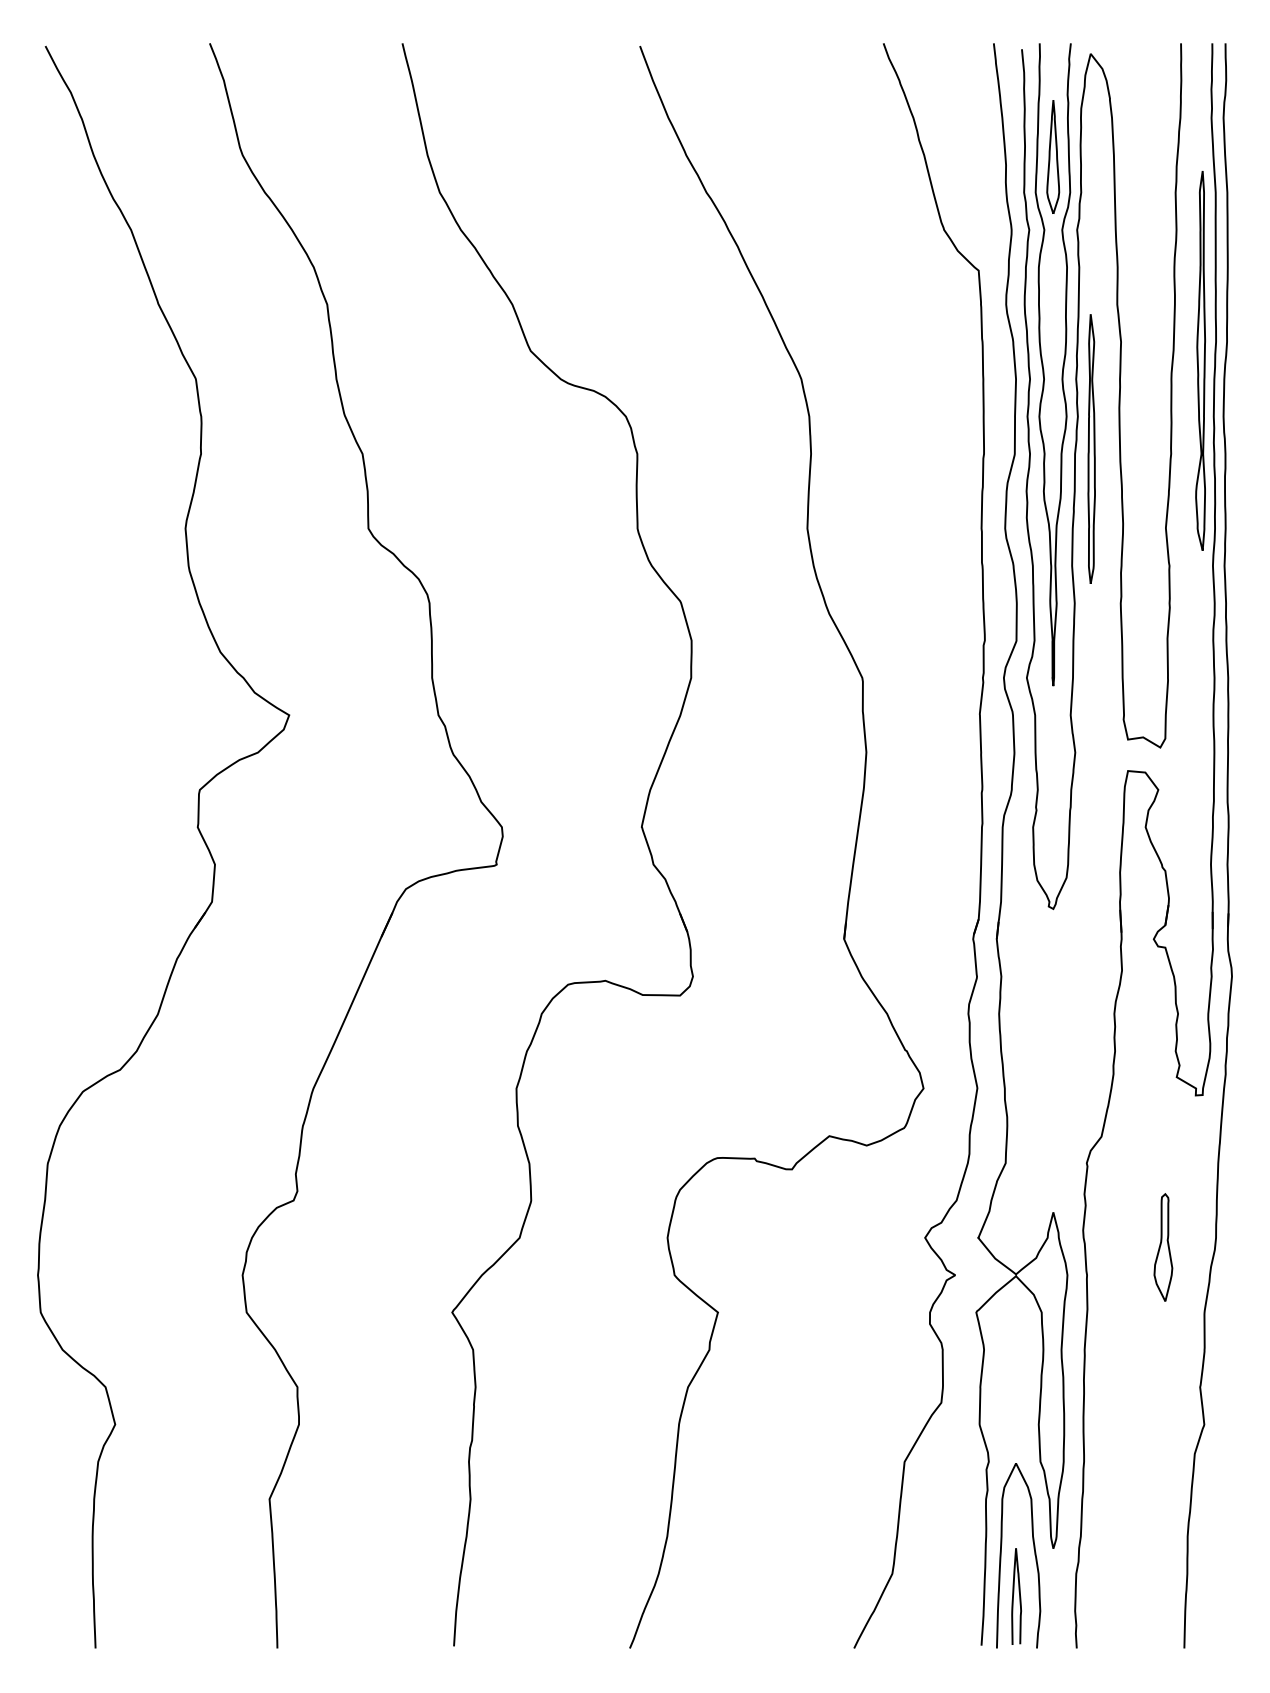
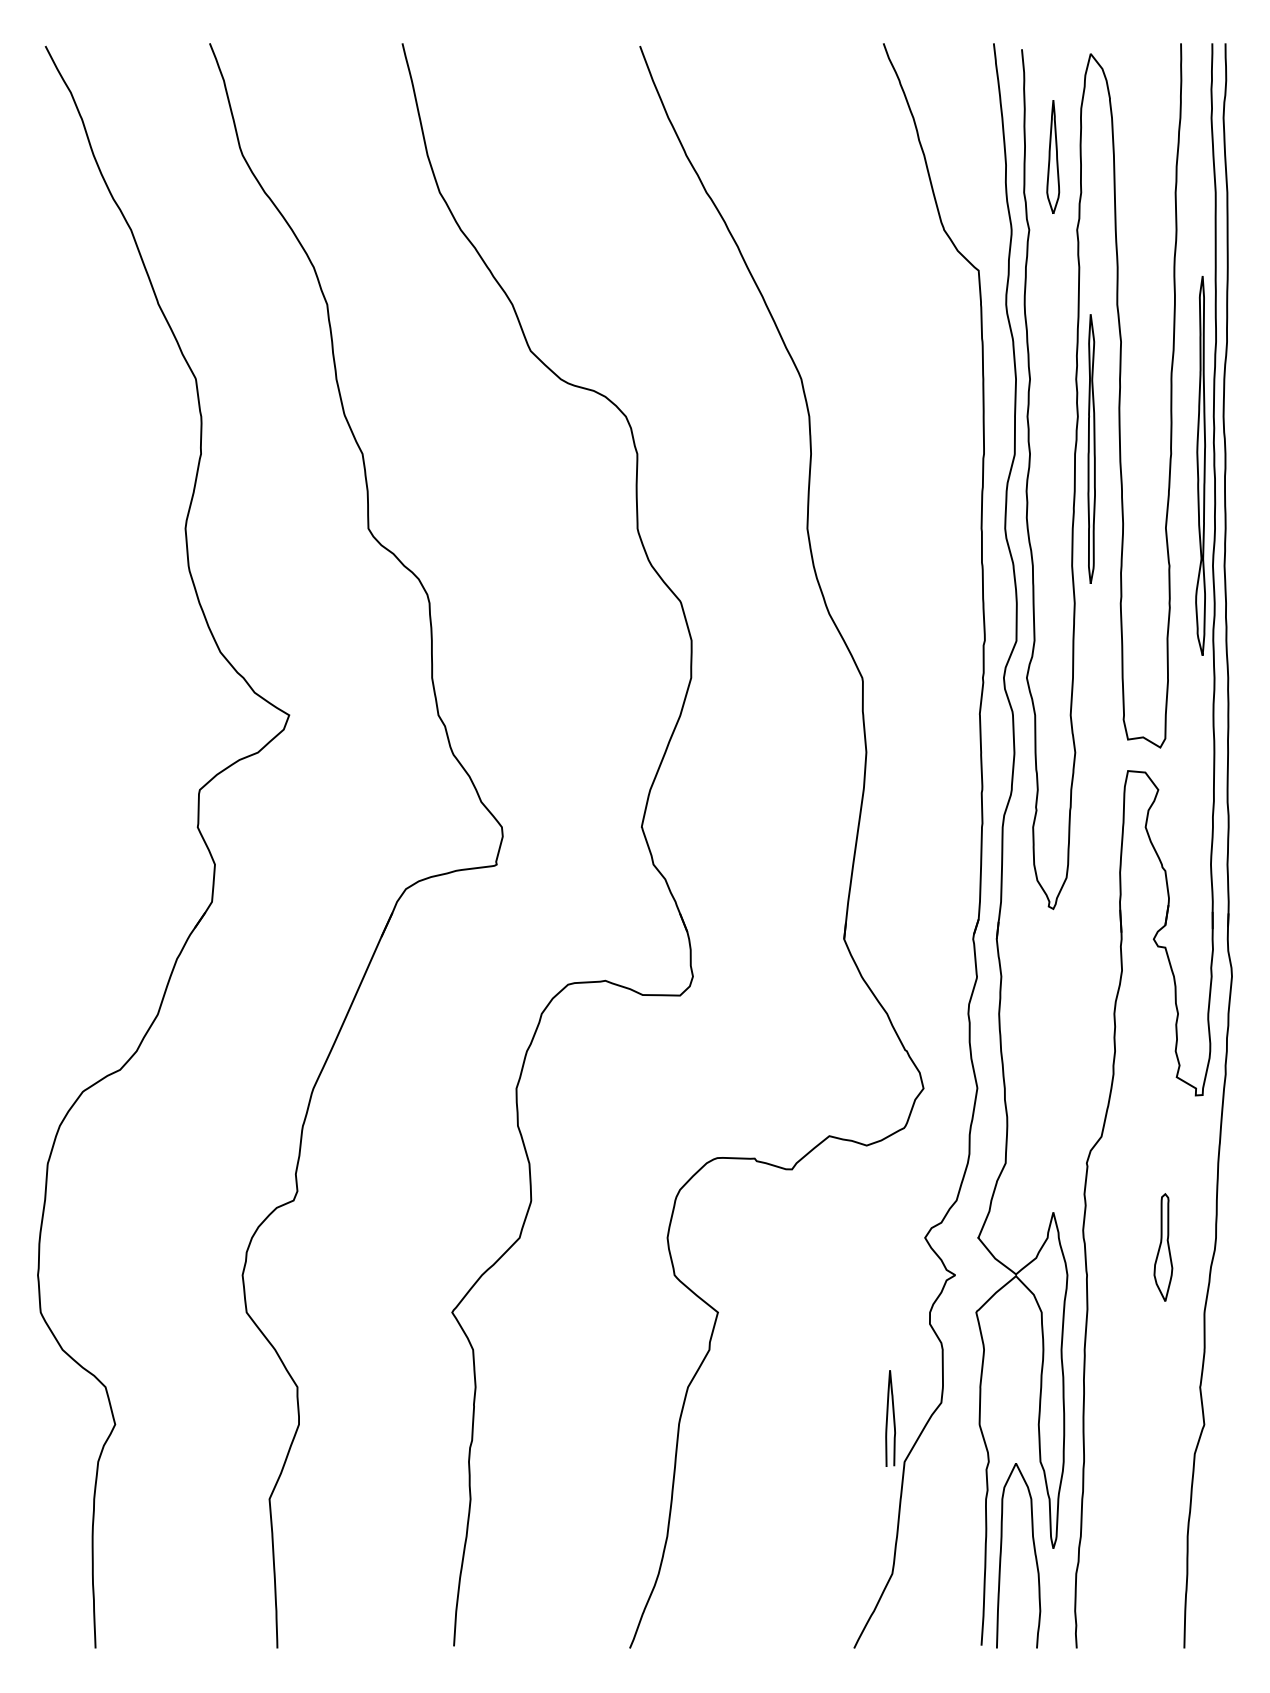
part at (1200, 360) position: (1200, 360) -> (1200, 465)
curve at (1043, 364): present -> none
curve at (1013, 1596) position: (1013, 1596) -> (887, 1418)
